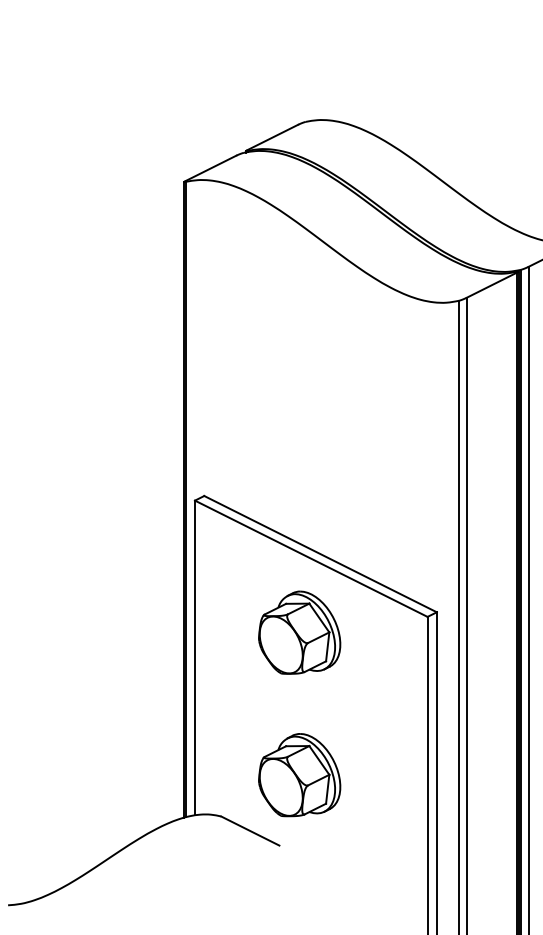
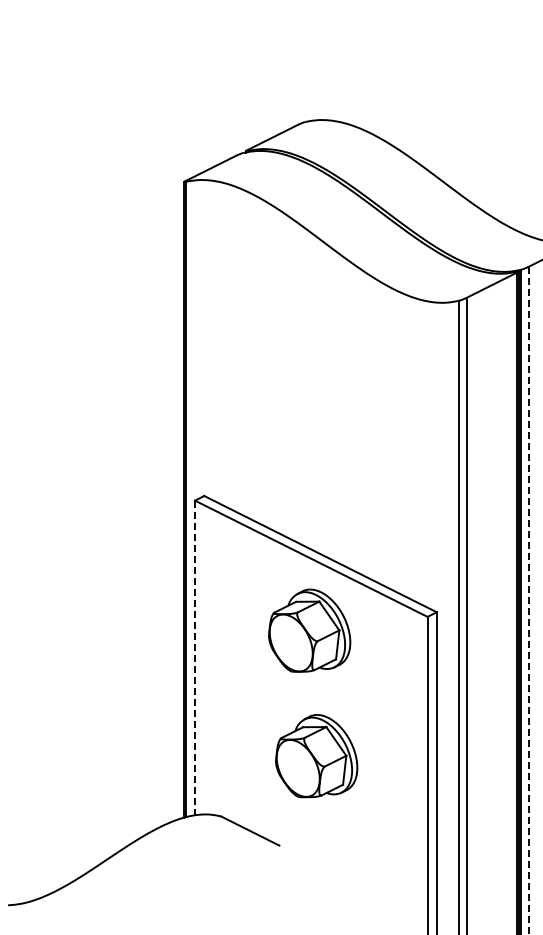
line at (528, 600): solid -> dashed
part at (299, 632) position: (299, 632) -> (309, 630)
line at (195, 658): solid -> dashed
part at (299, 775) position: (299, 775) -> (316, 756)
